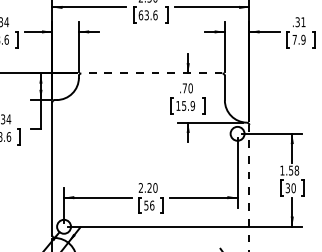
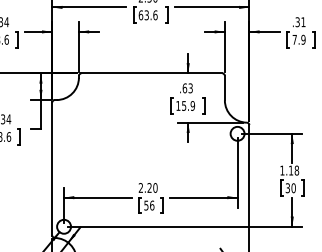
line at (151, 73): dashed -> solid
text at (187, 88): .70 -> .63
text at (291, 170): 1.58 -> 1.18
line at (249, 187): dashed -> solid
